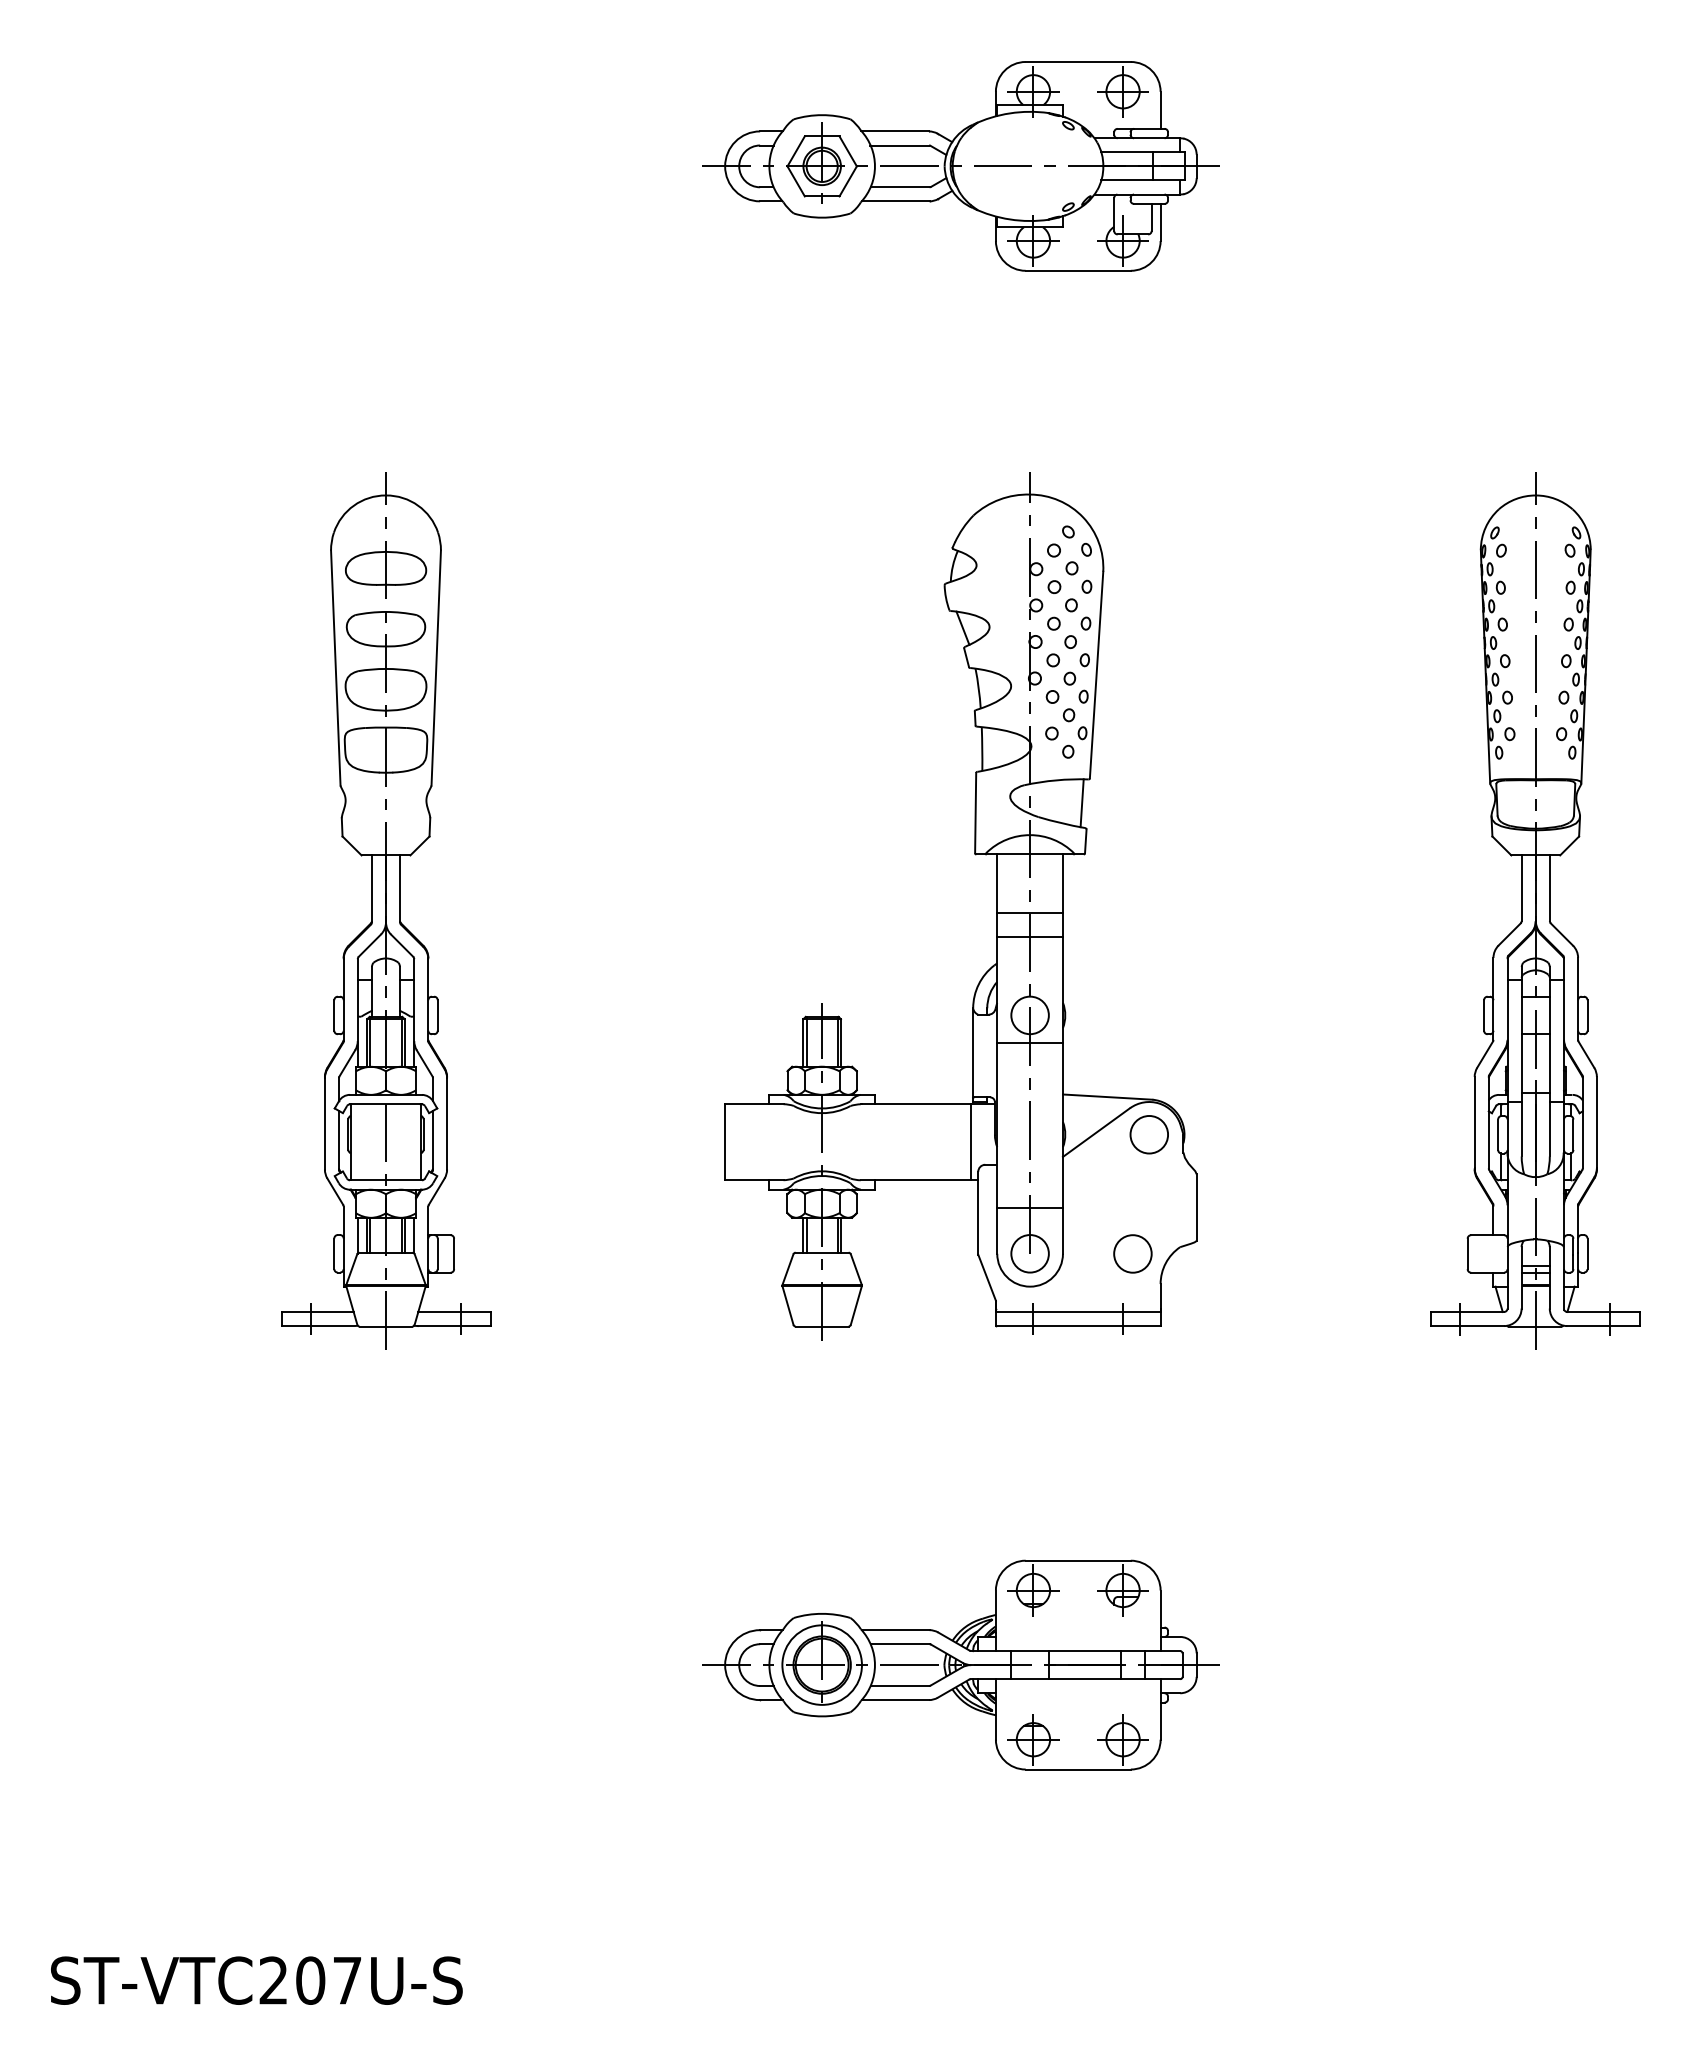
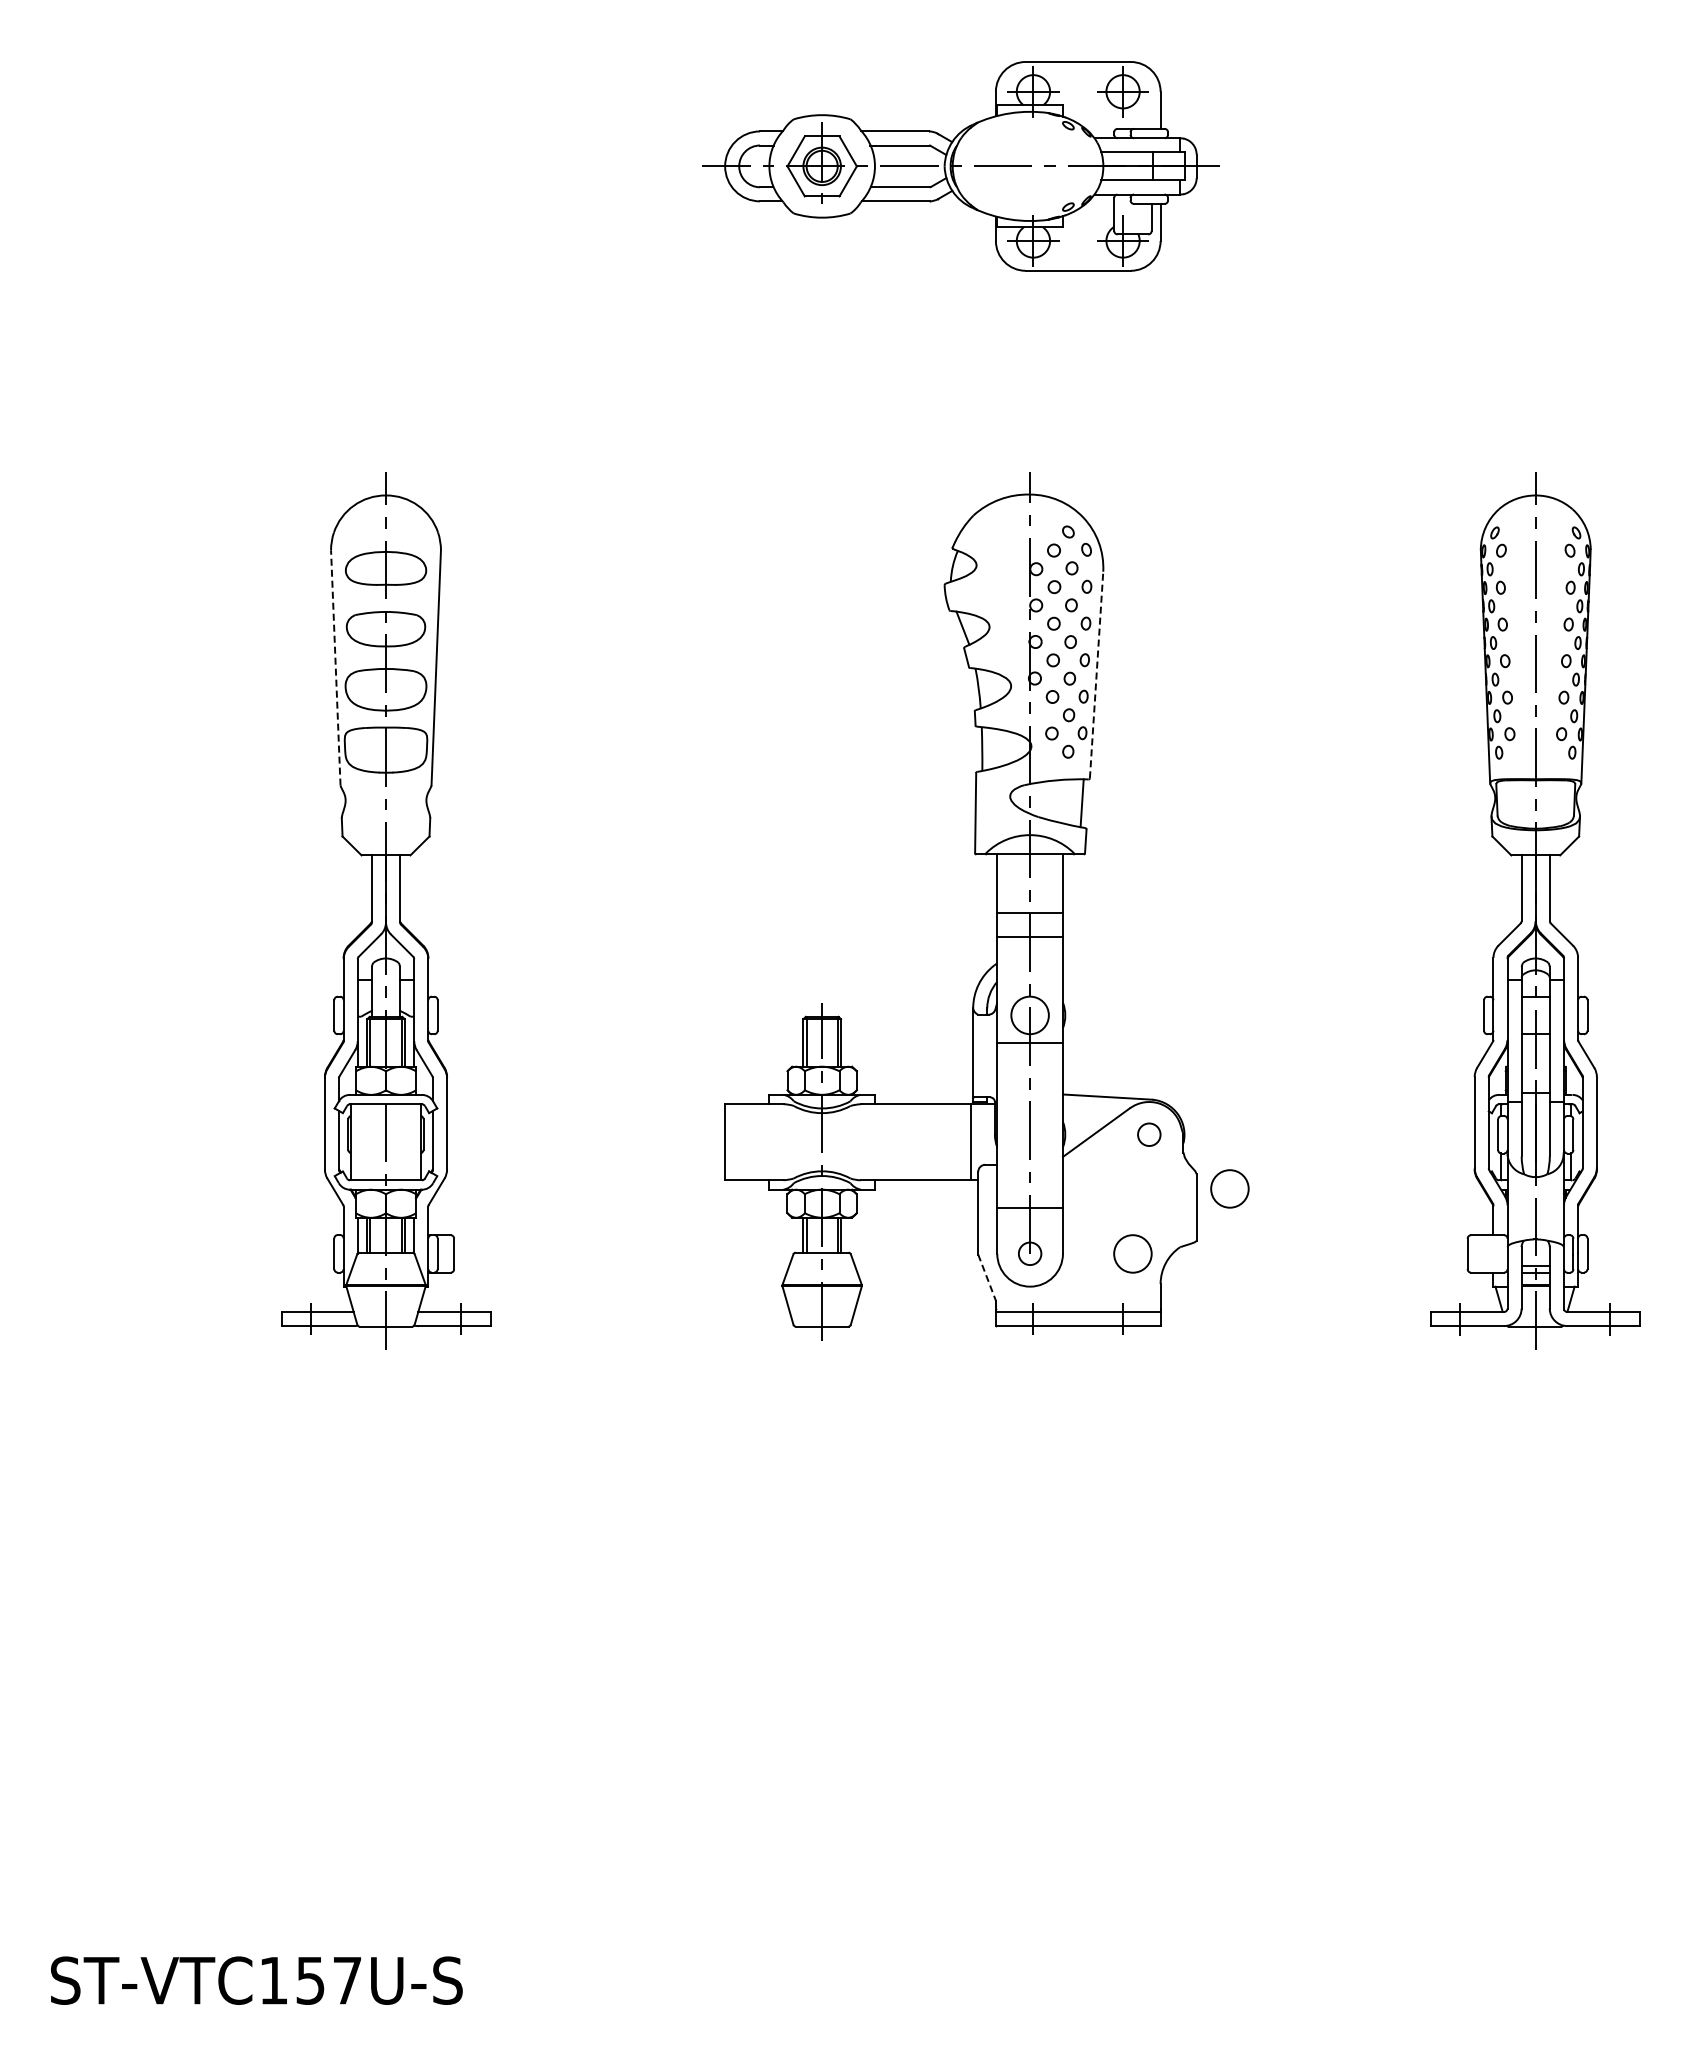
line at (335, 668): solid -> dashed
line at (1096, 674): solid -> dashed
circle at (1149, 1134) diameter: 38 px -> 23 px
circle at (1229, 1188): none -> present
circle at (1029, 1253) diameter: 38 px -> 23 px
line at (987, 1277): solid -> dashed
part at (960, 1664): present -> none
text at (292, 1980): ST-VTC207U-S -> ST-VTC157U-S
